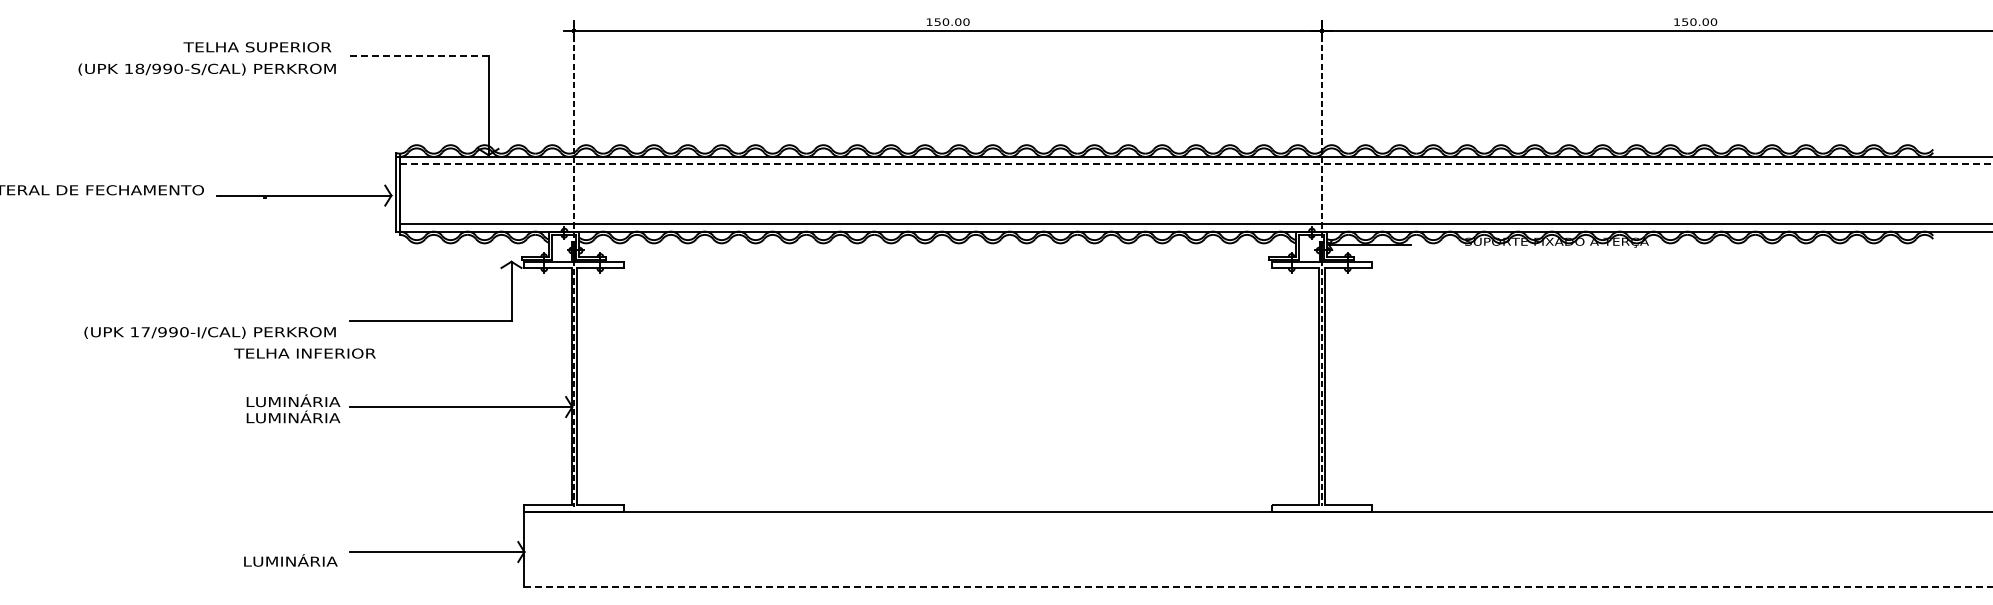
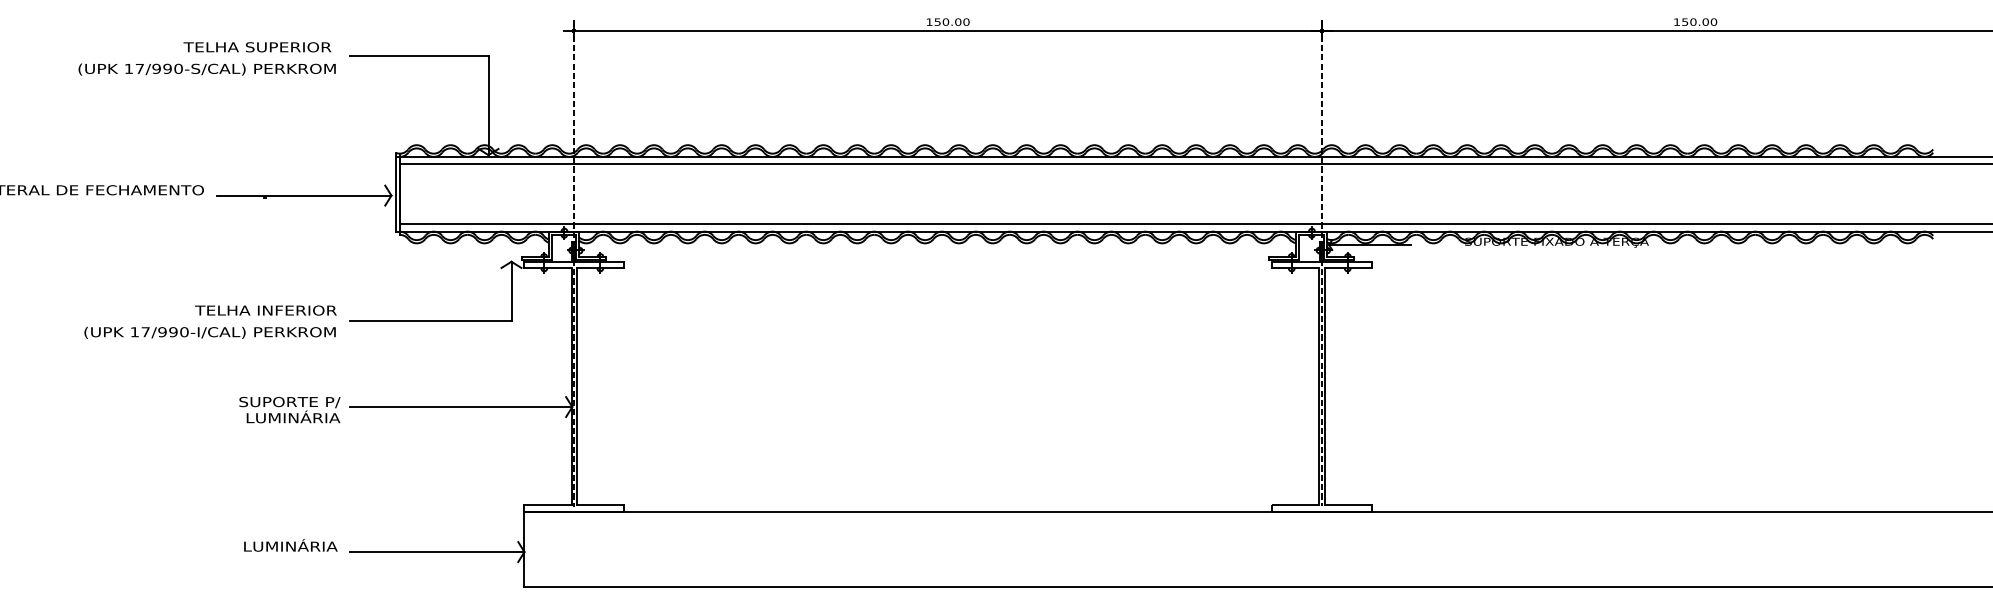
line at (418, 56): dashed -> solid
text at (139, 68): 18/990-S/CAL) -> 17/990-S/CAL)
line at (1196, 164): dashed -> solid
text at (304, 353) position: (304, 353) -> (265, 310)
text at (289, 401): LUMINÁRIA -> SUPORTE P/
text at (290, 560) position: (290, 560) -> (290, 545)
line at (1258, 586): dashed -> solid
